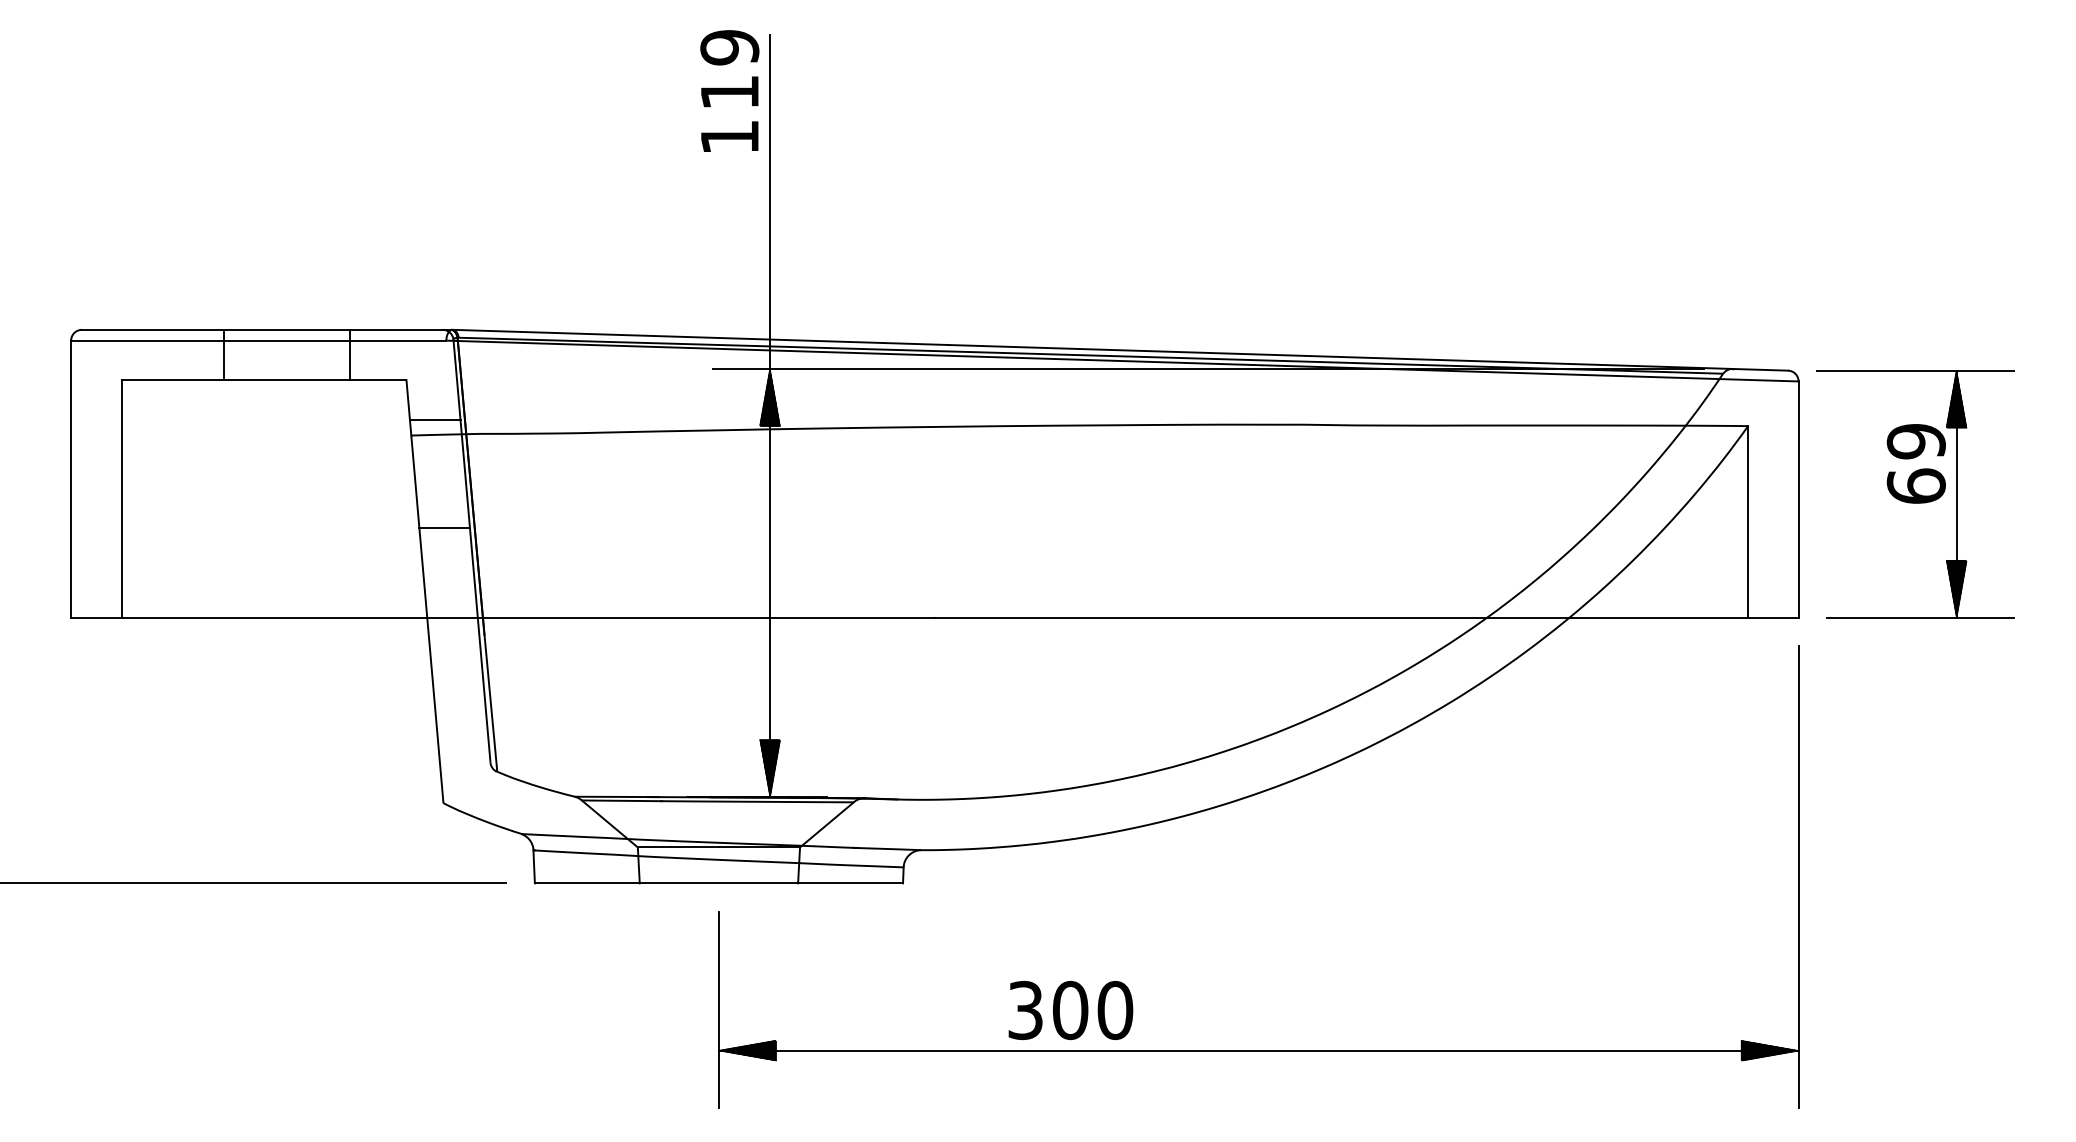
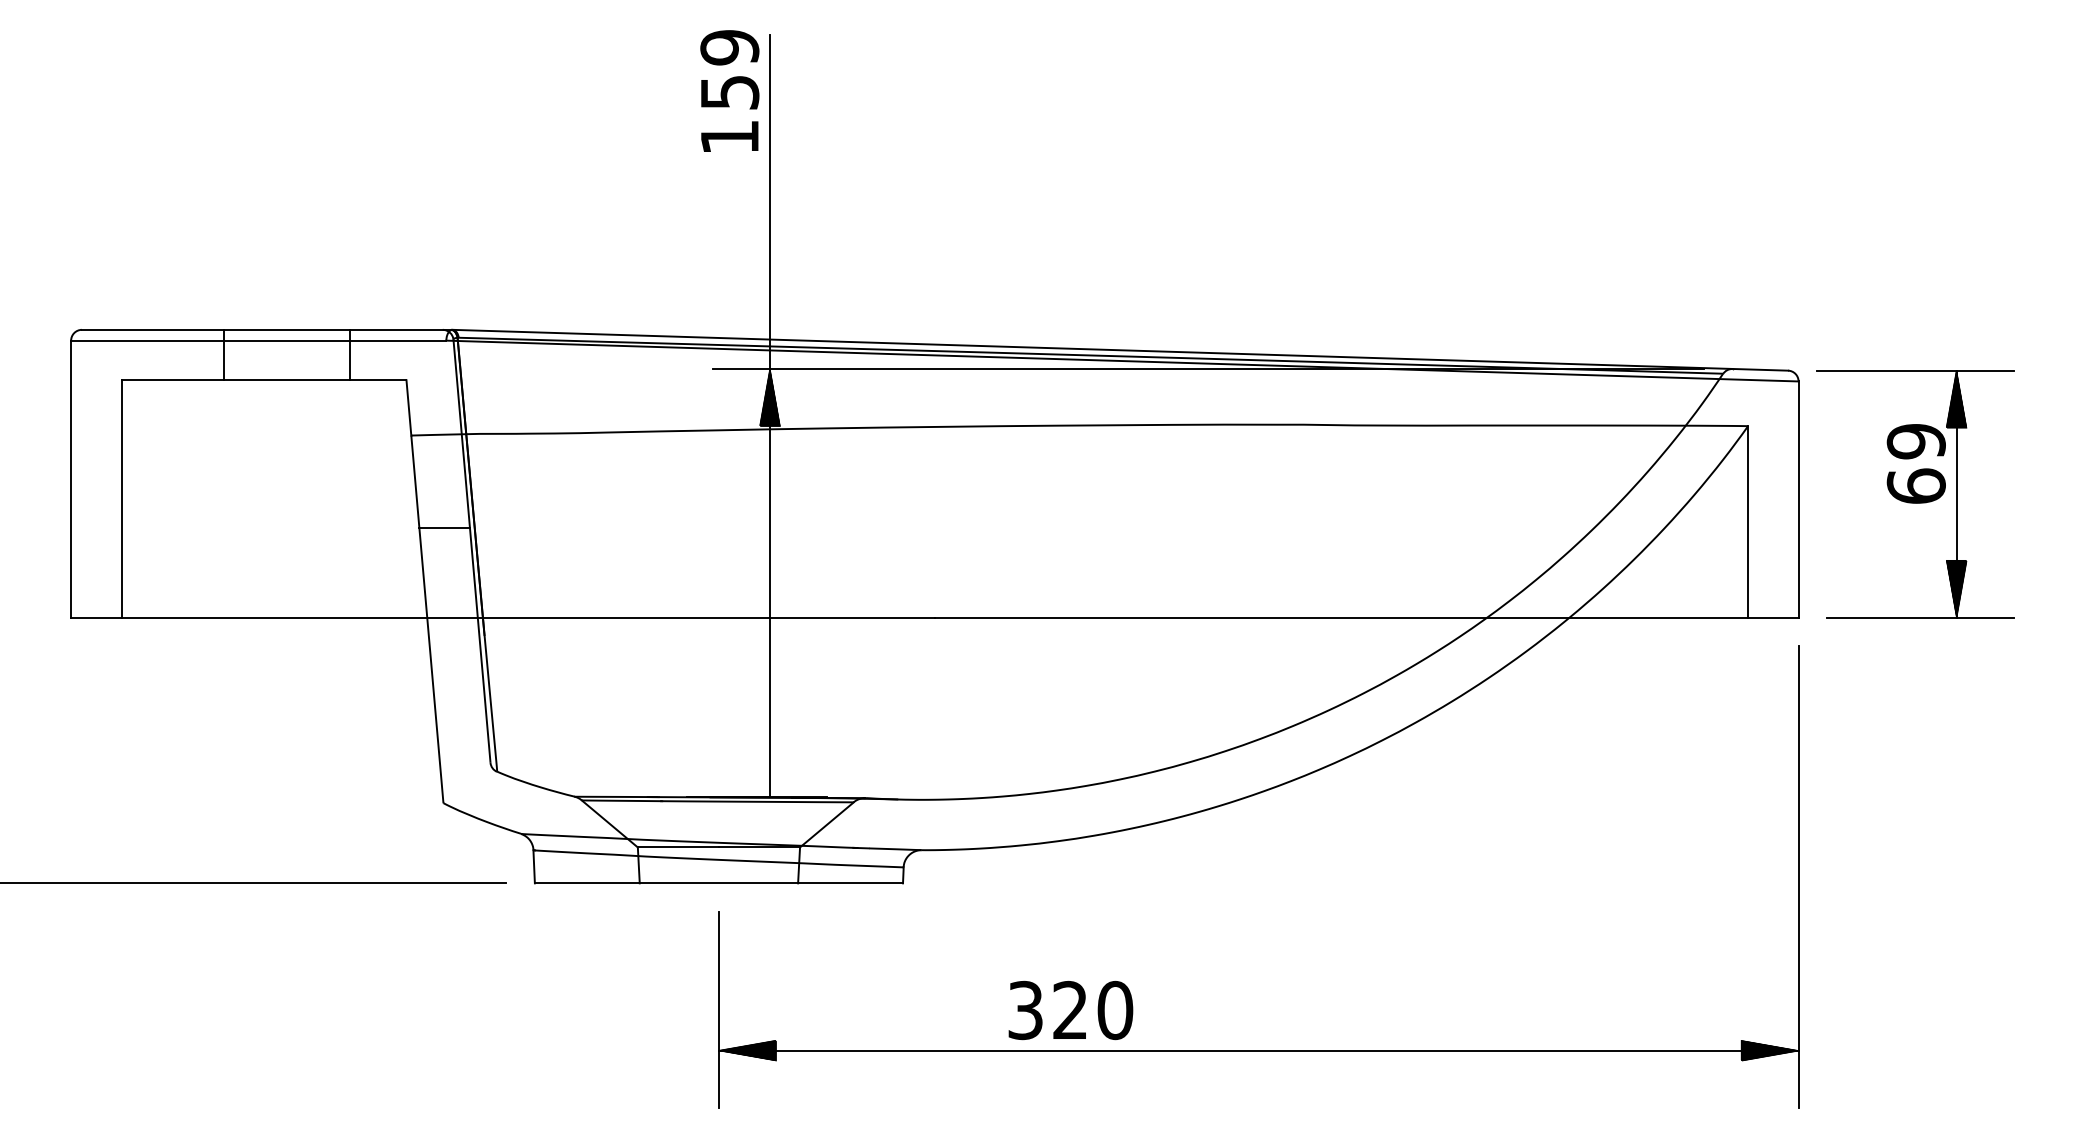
text at (730, 92): 119 -> 159
line at (434, 419): present -> none
hatch at (770, 767): present -> none
text at (1070, 1010): 300 -> 320
